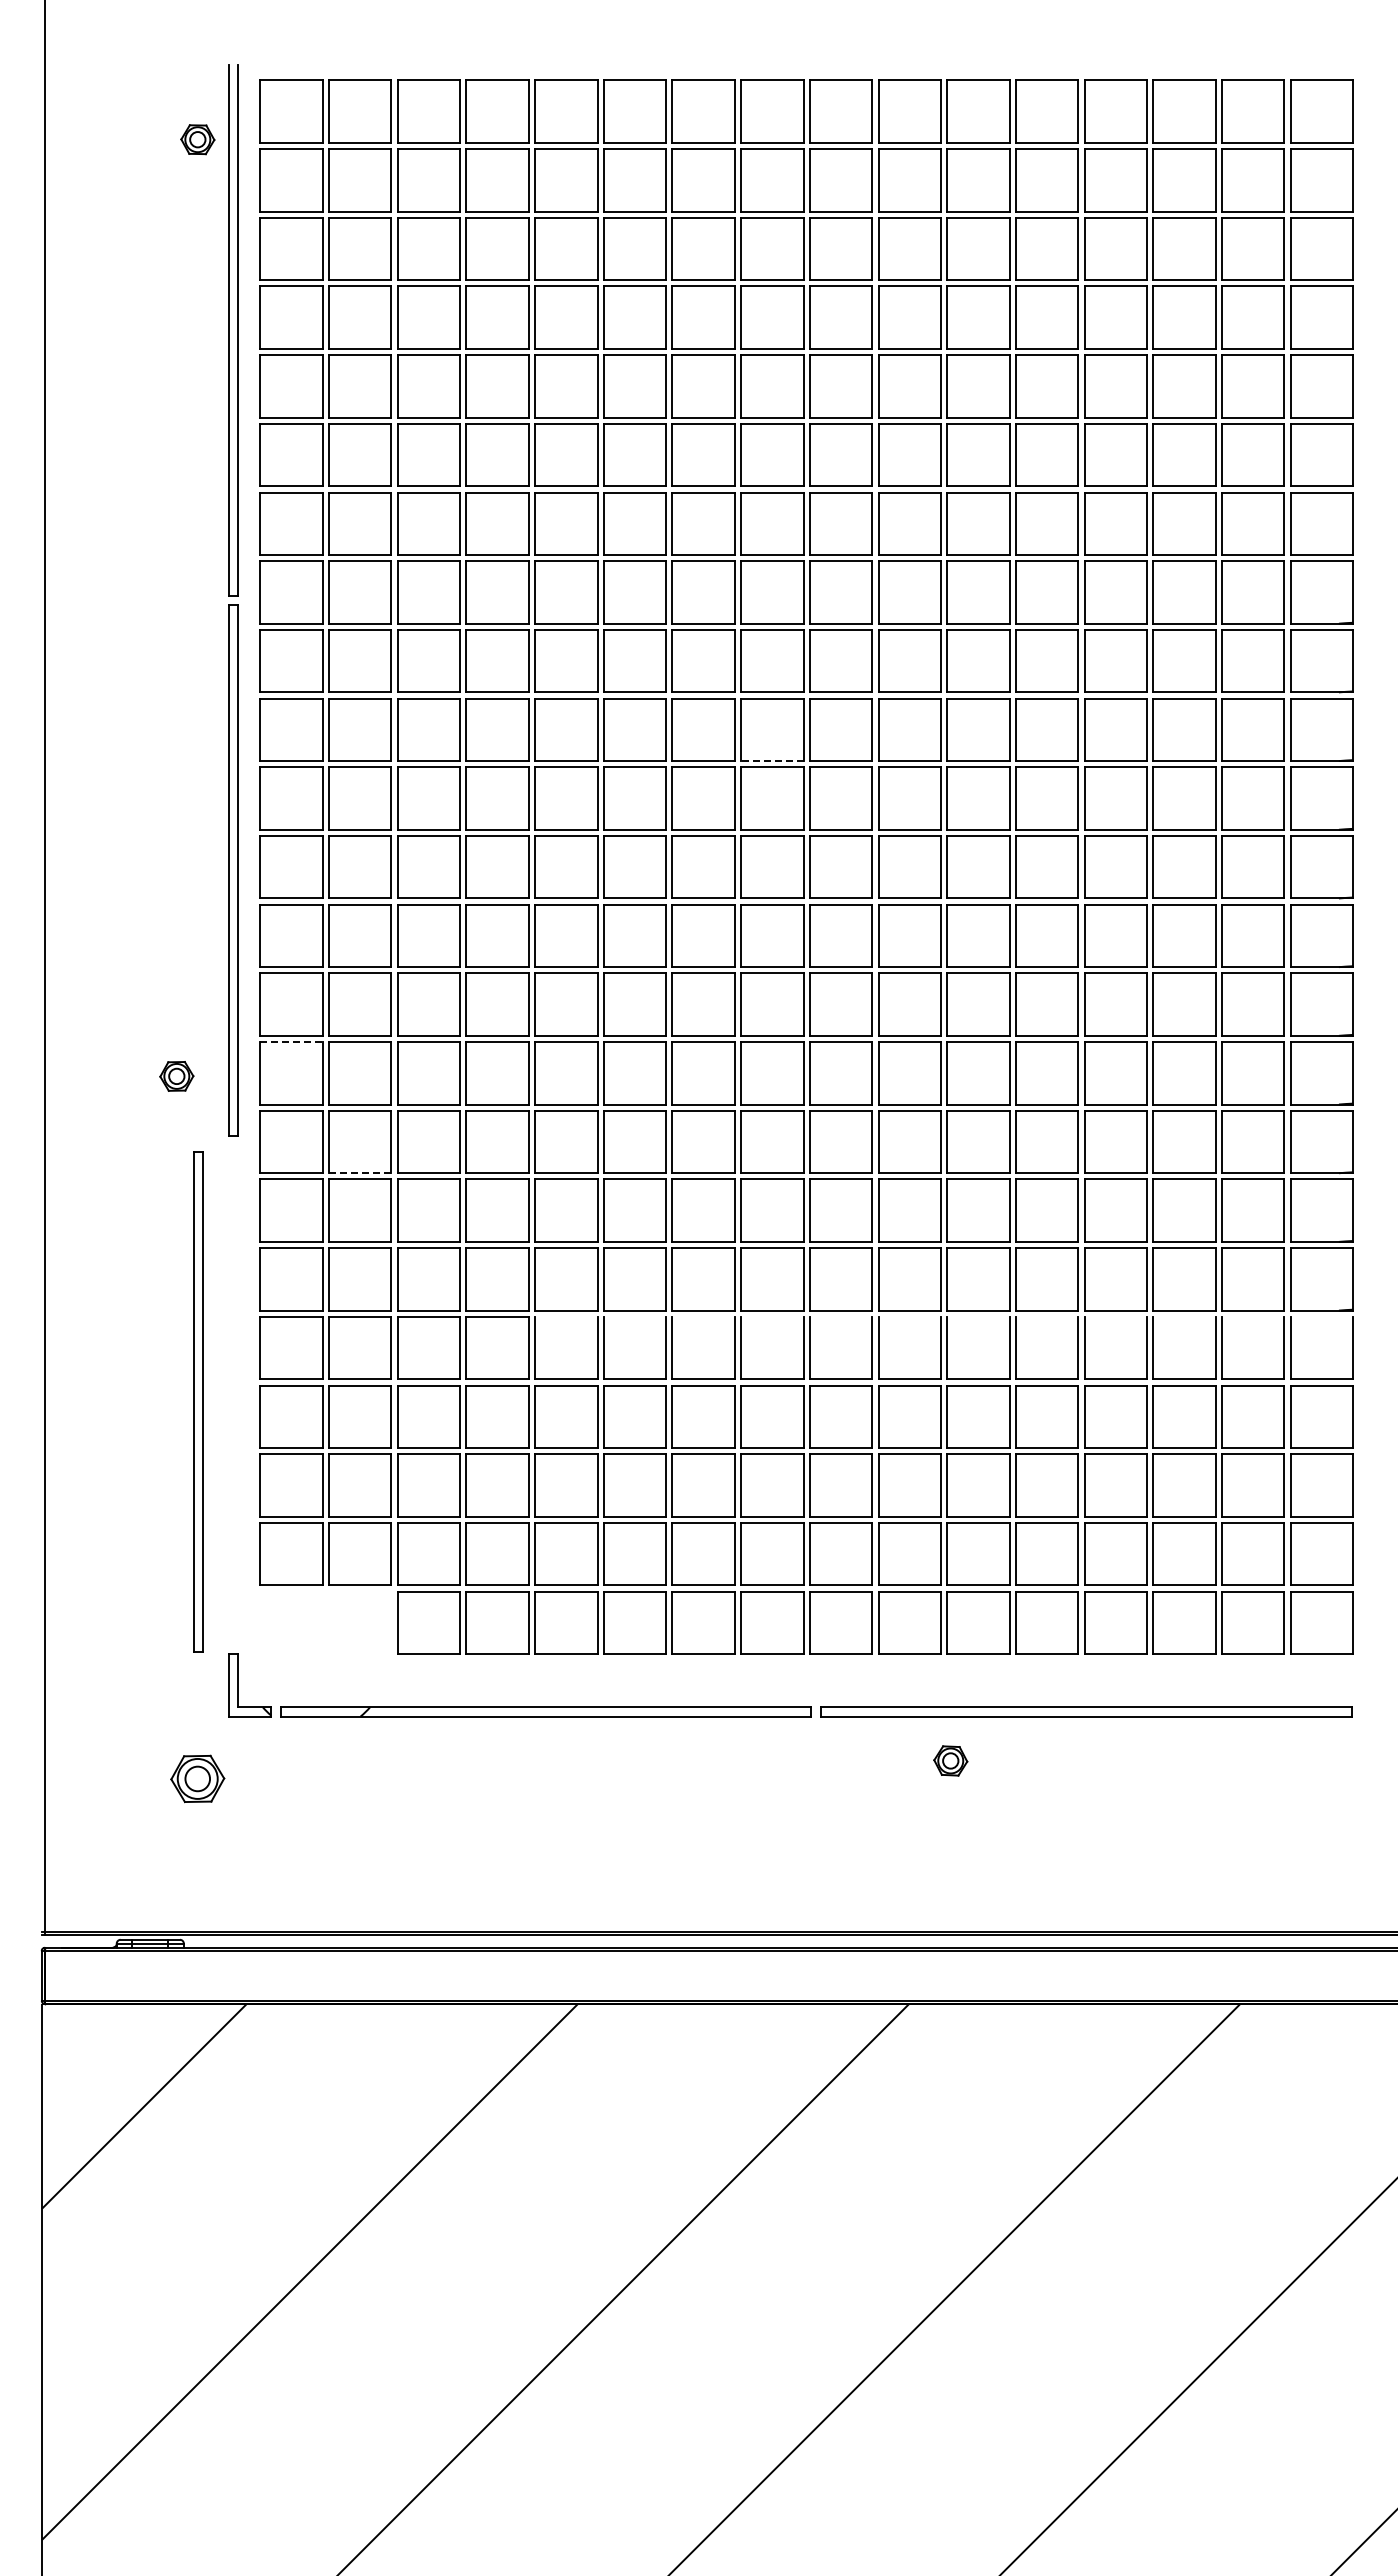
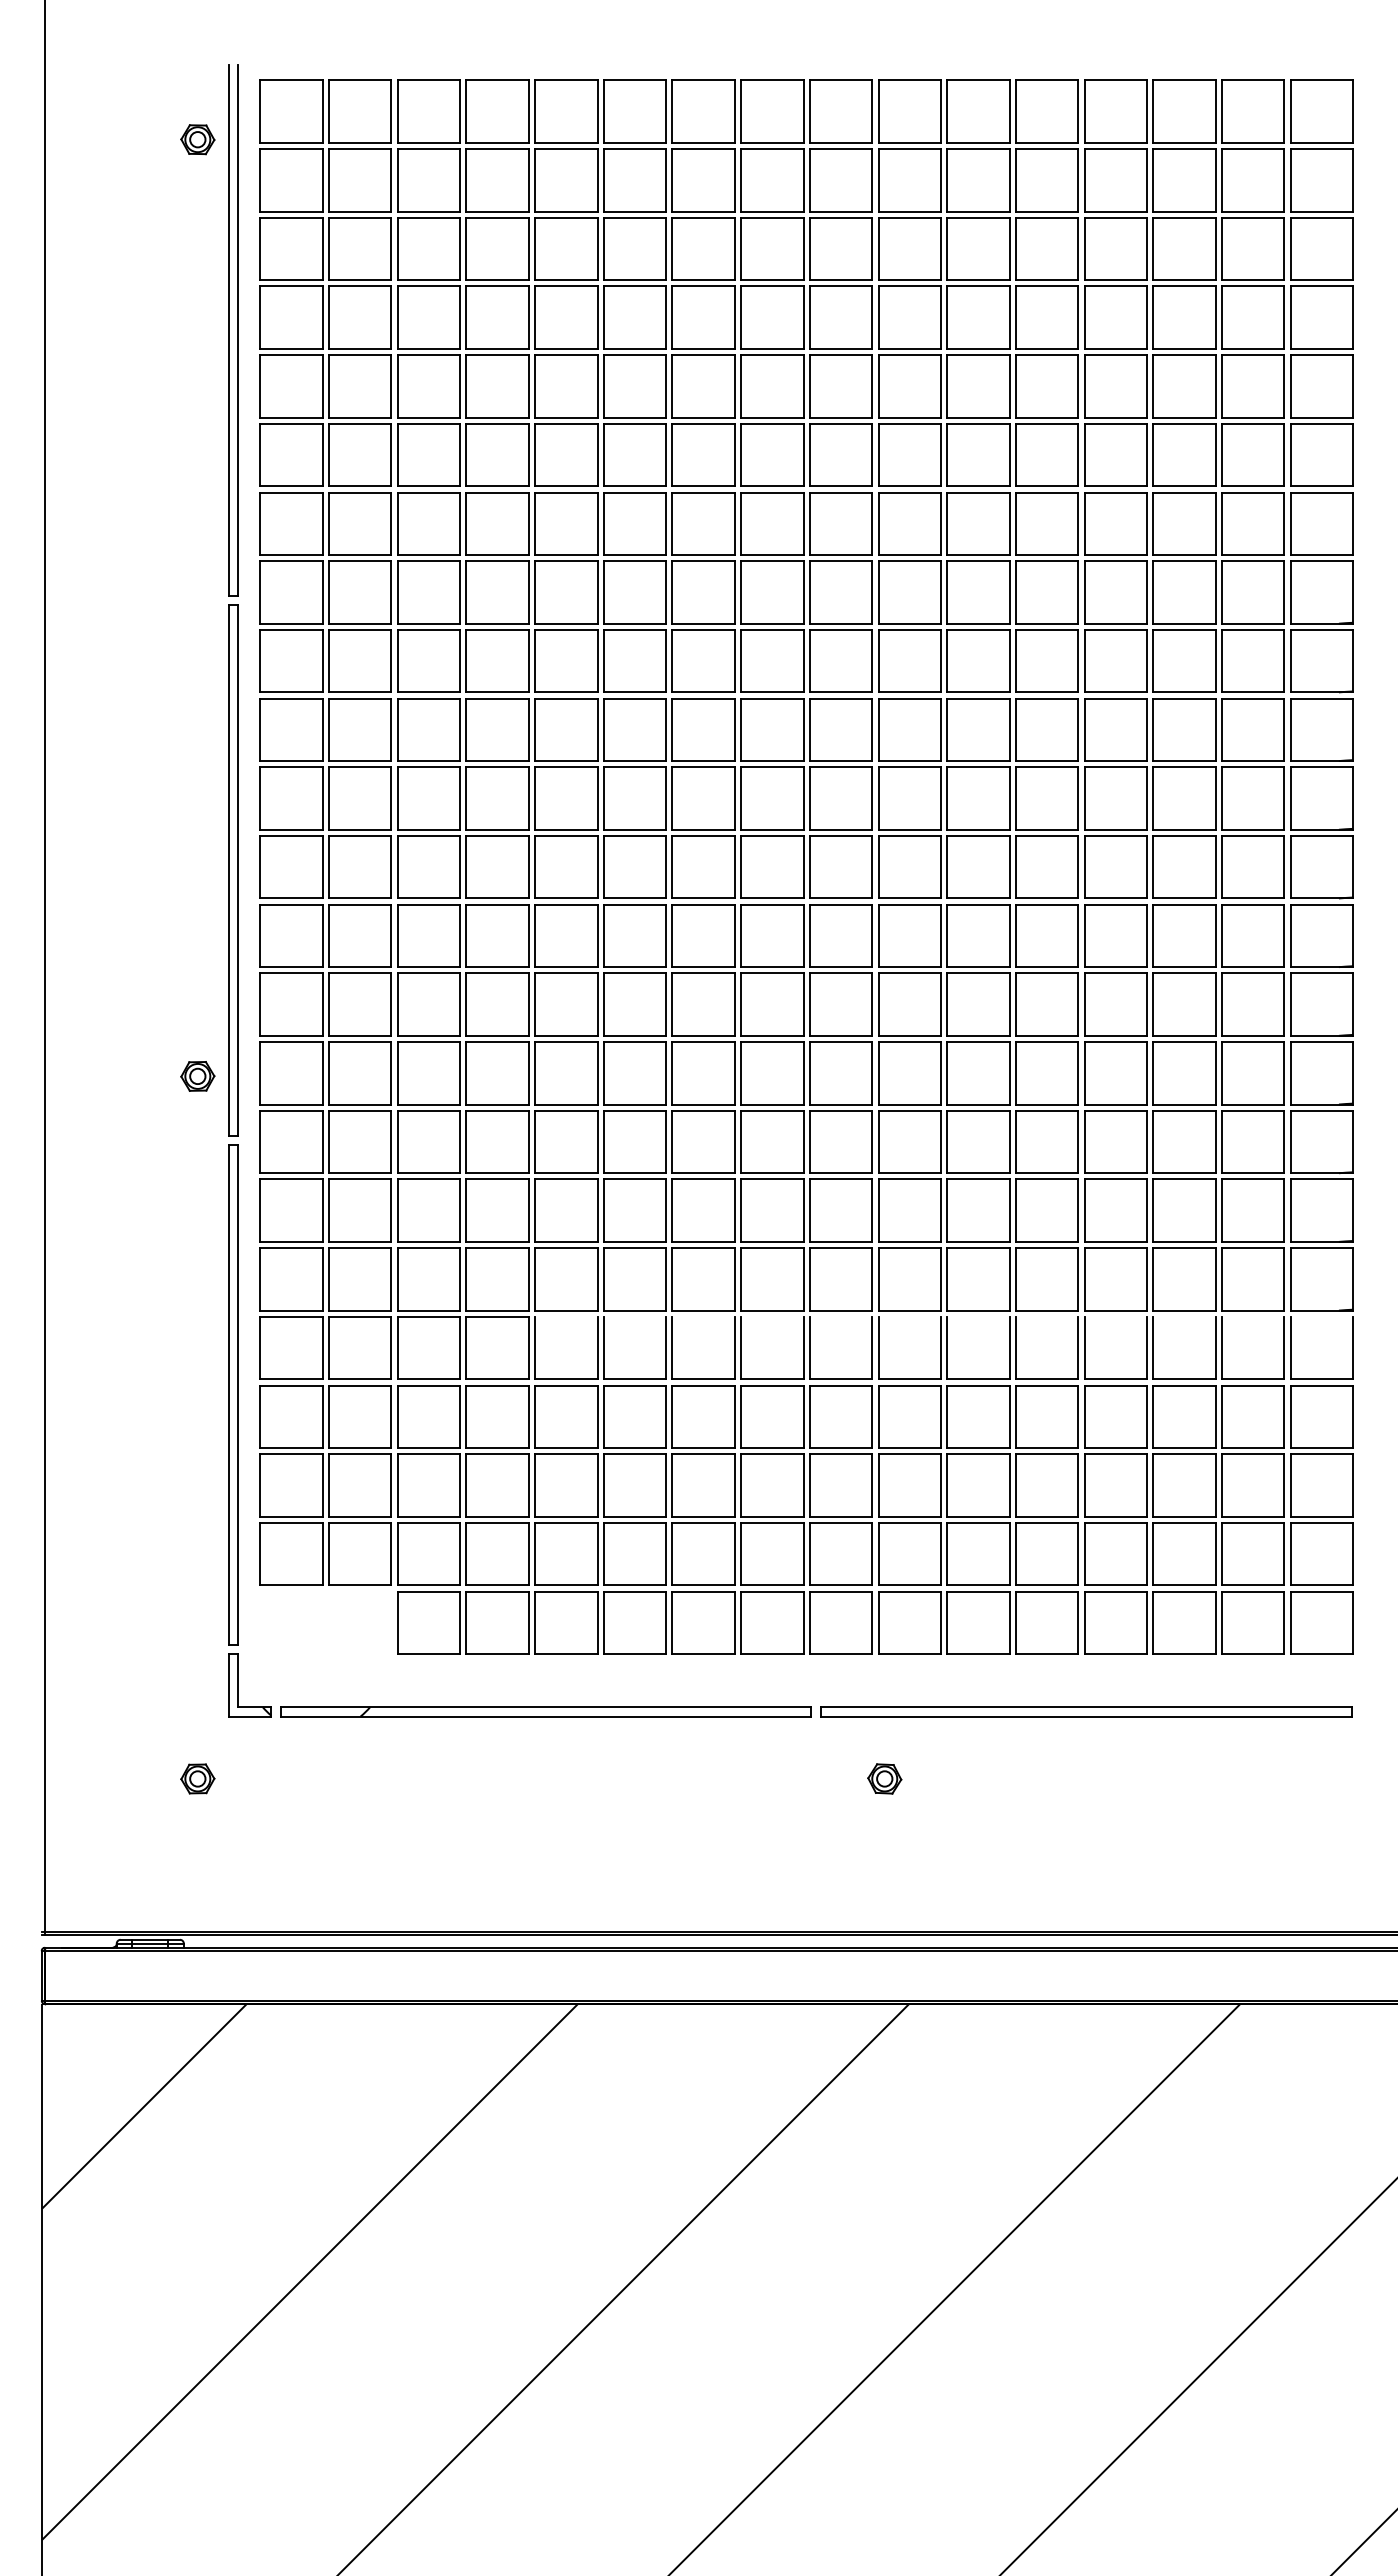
line at (771, 761): dashed -> solid
line at (292, 1042): dashed -> solid
part at (176, 1076) position: (176, 1076) -> (197, 1076)
line at (359, 1173): dashed -> solid
part at (198, 1401) position: (198, 1401) -> (233, 1394)
part at (950, 1760) position: (950, 1760) -> (884, 1778)
part at (197, 1778) size: 56x50 px -> 36x32 px
